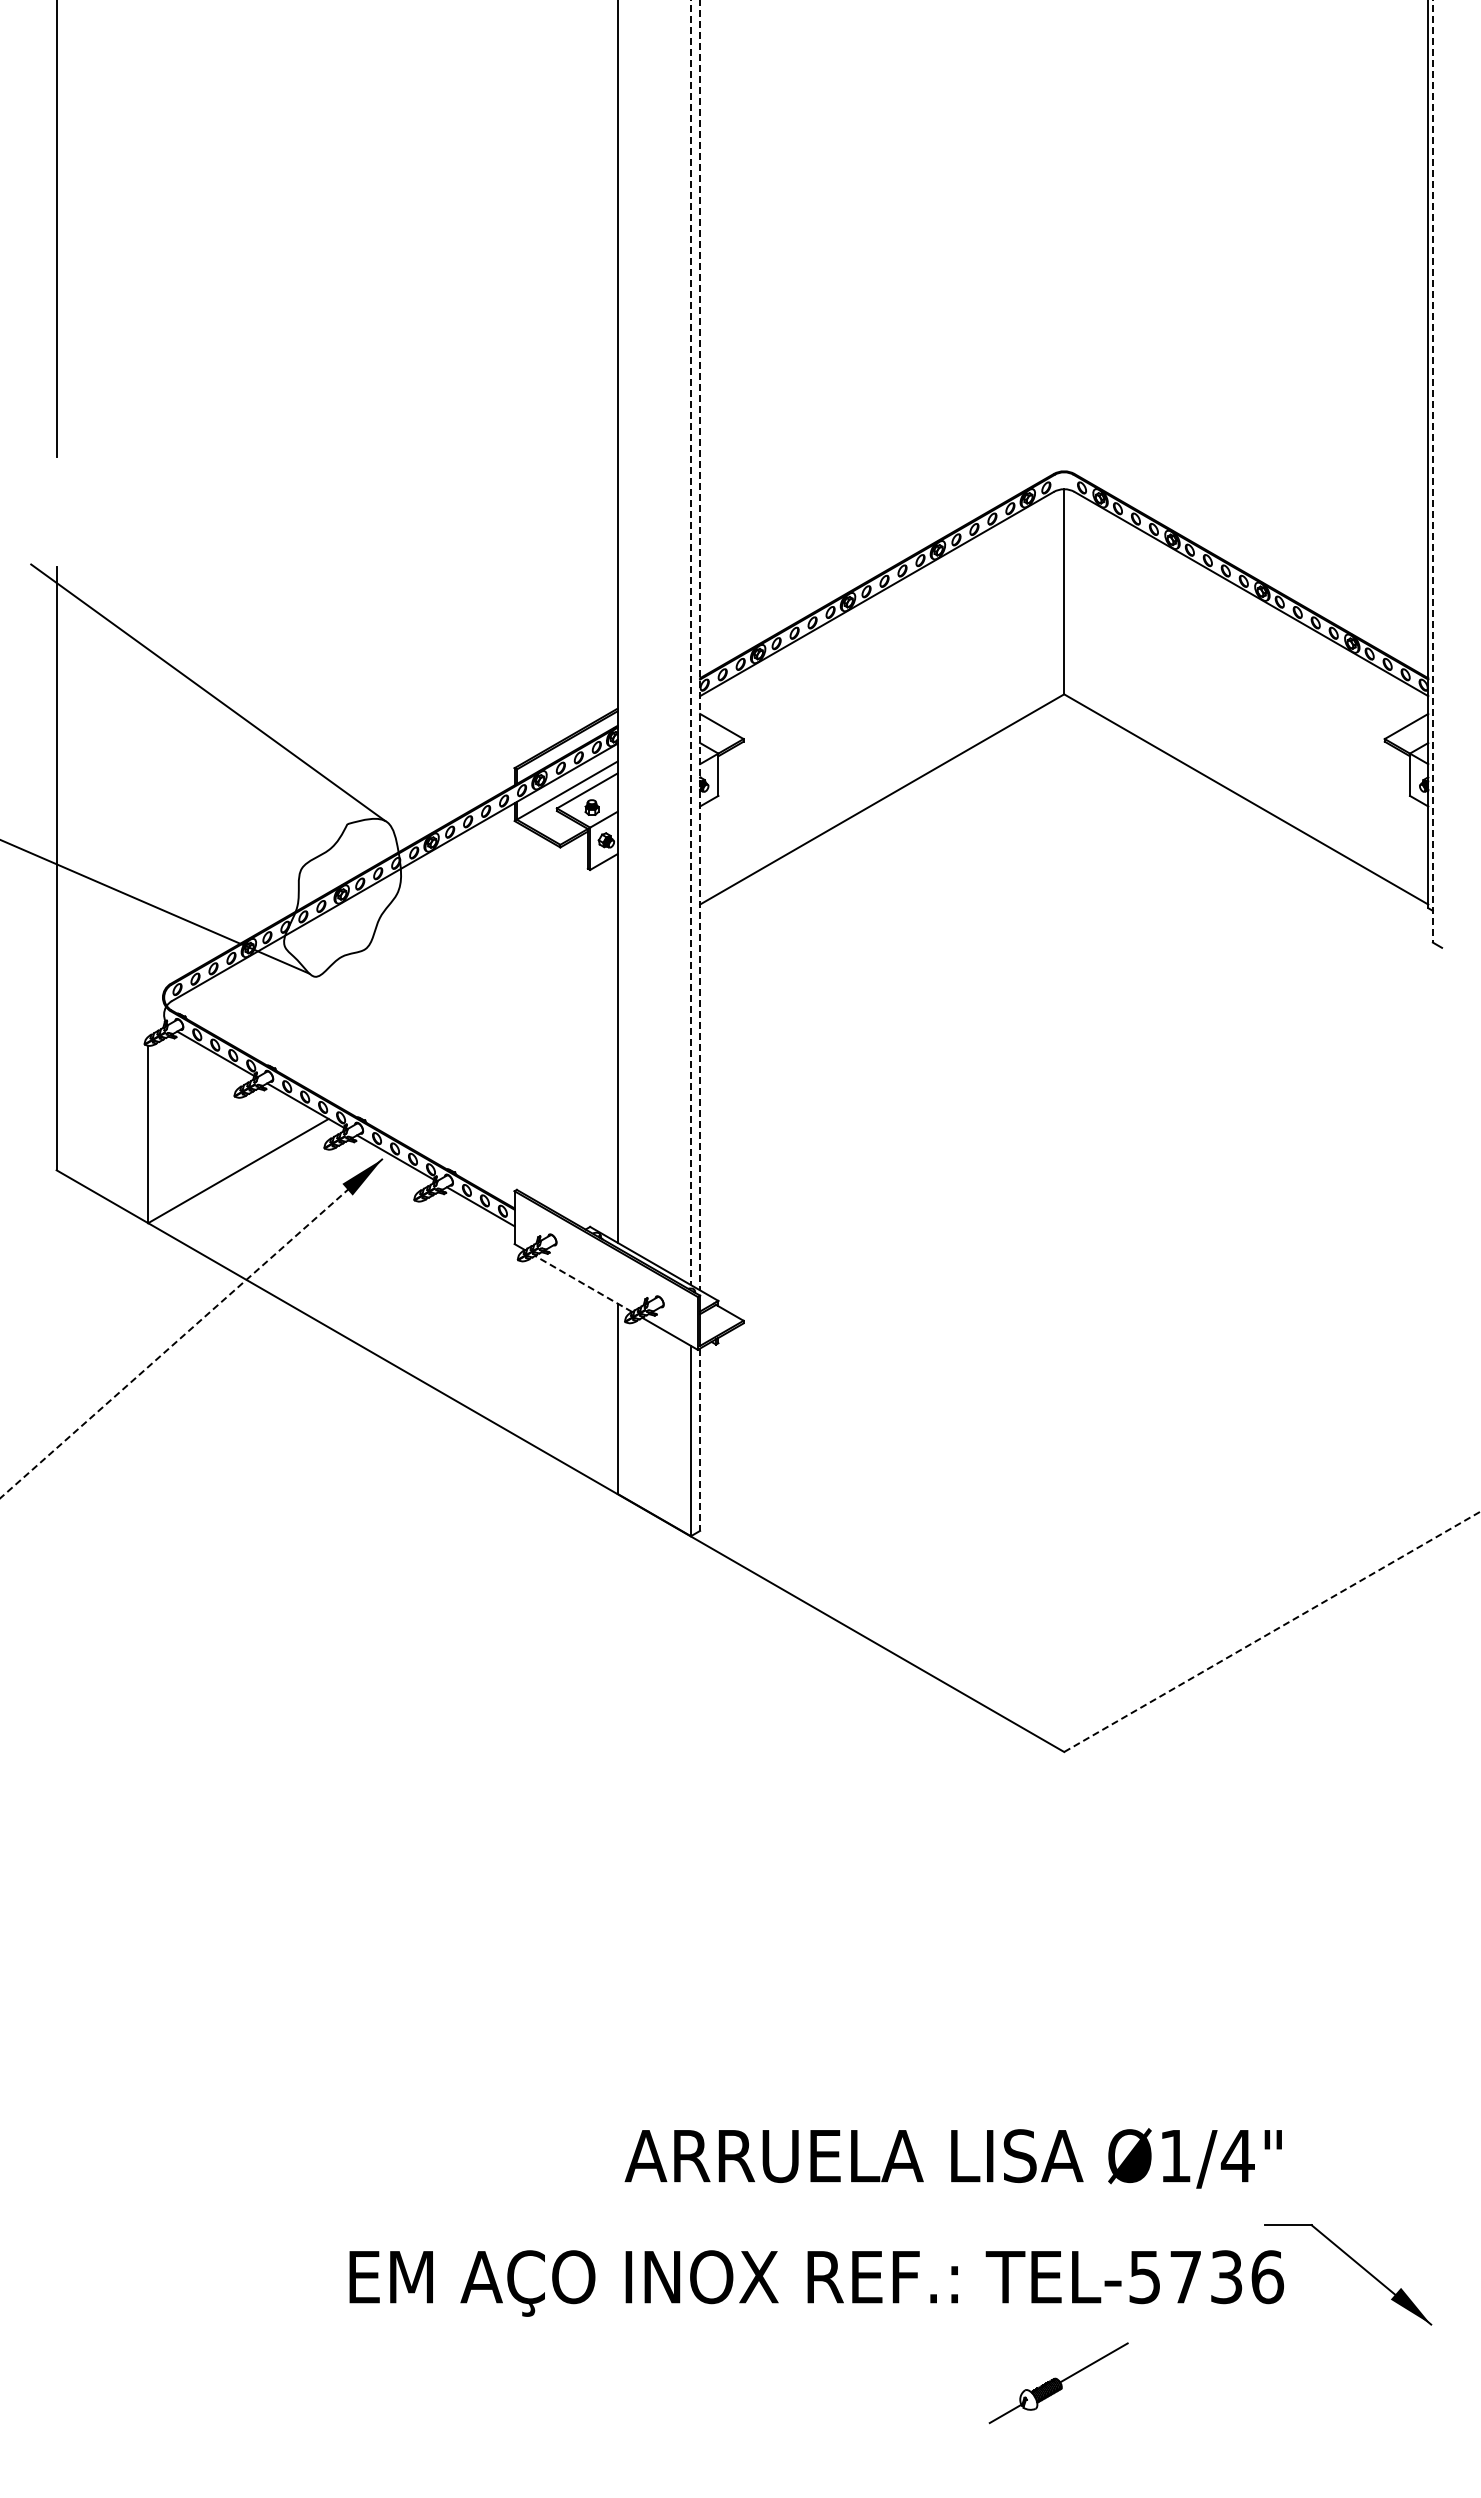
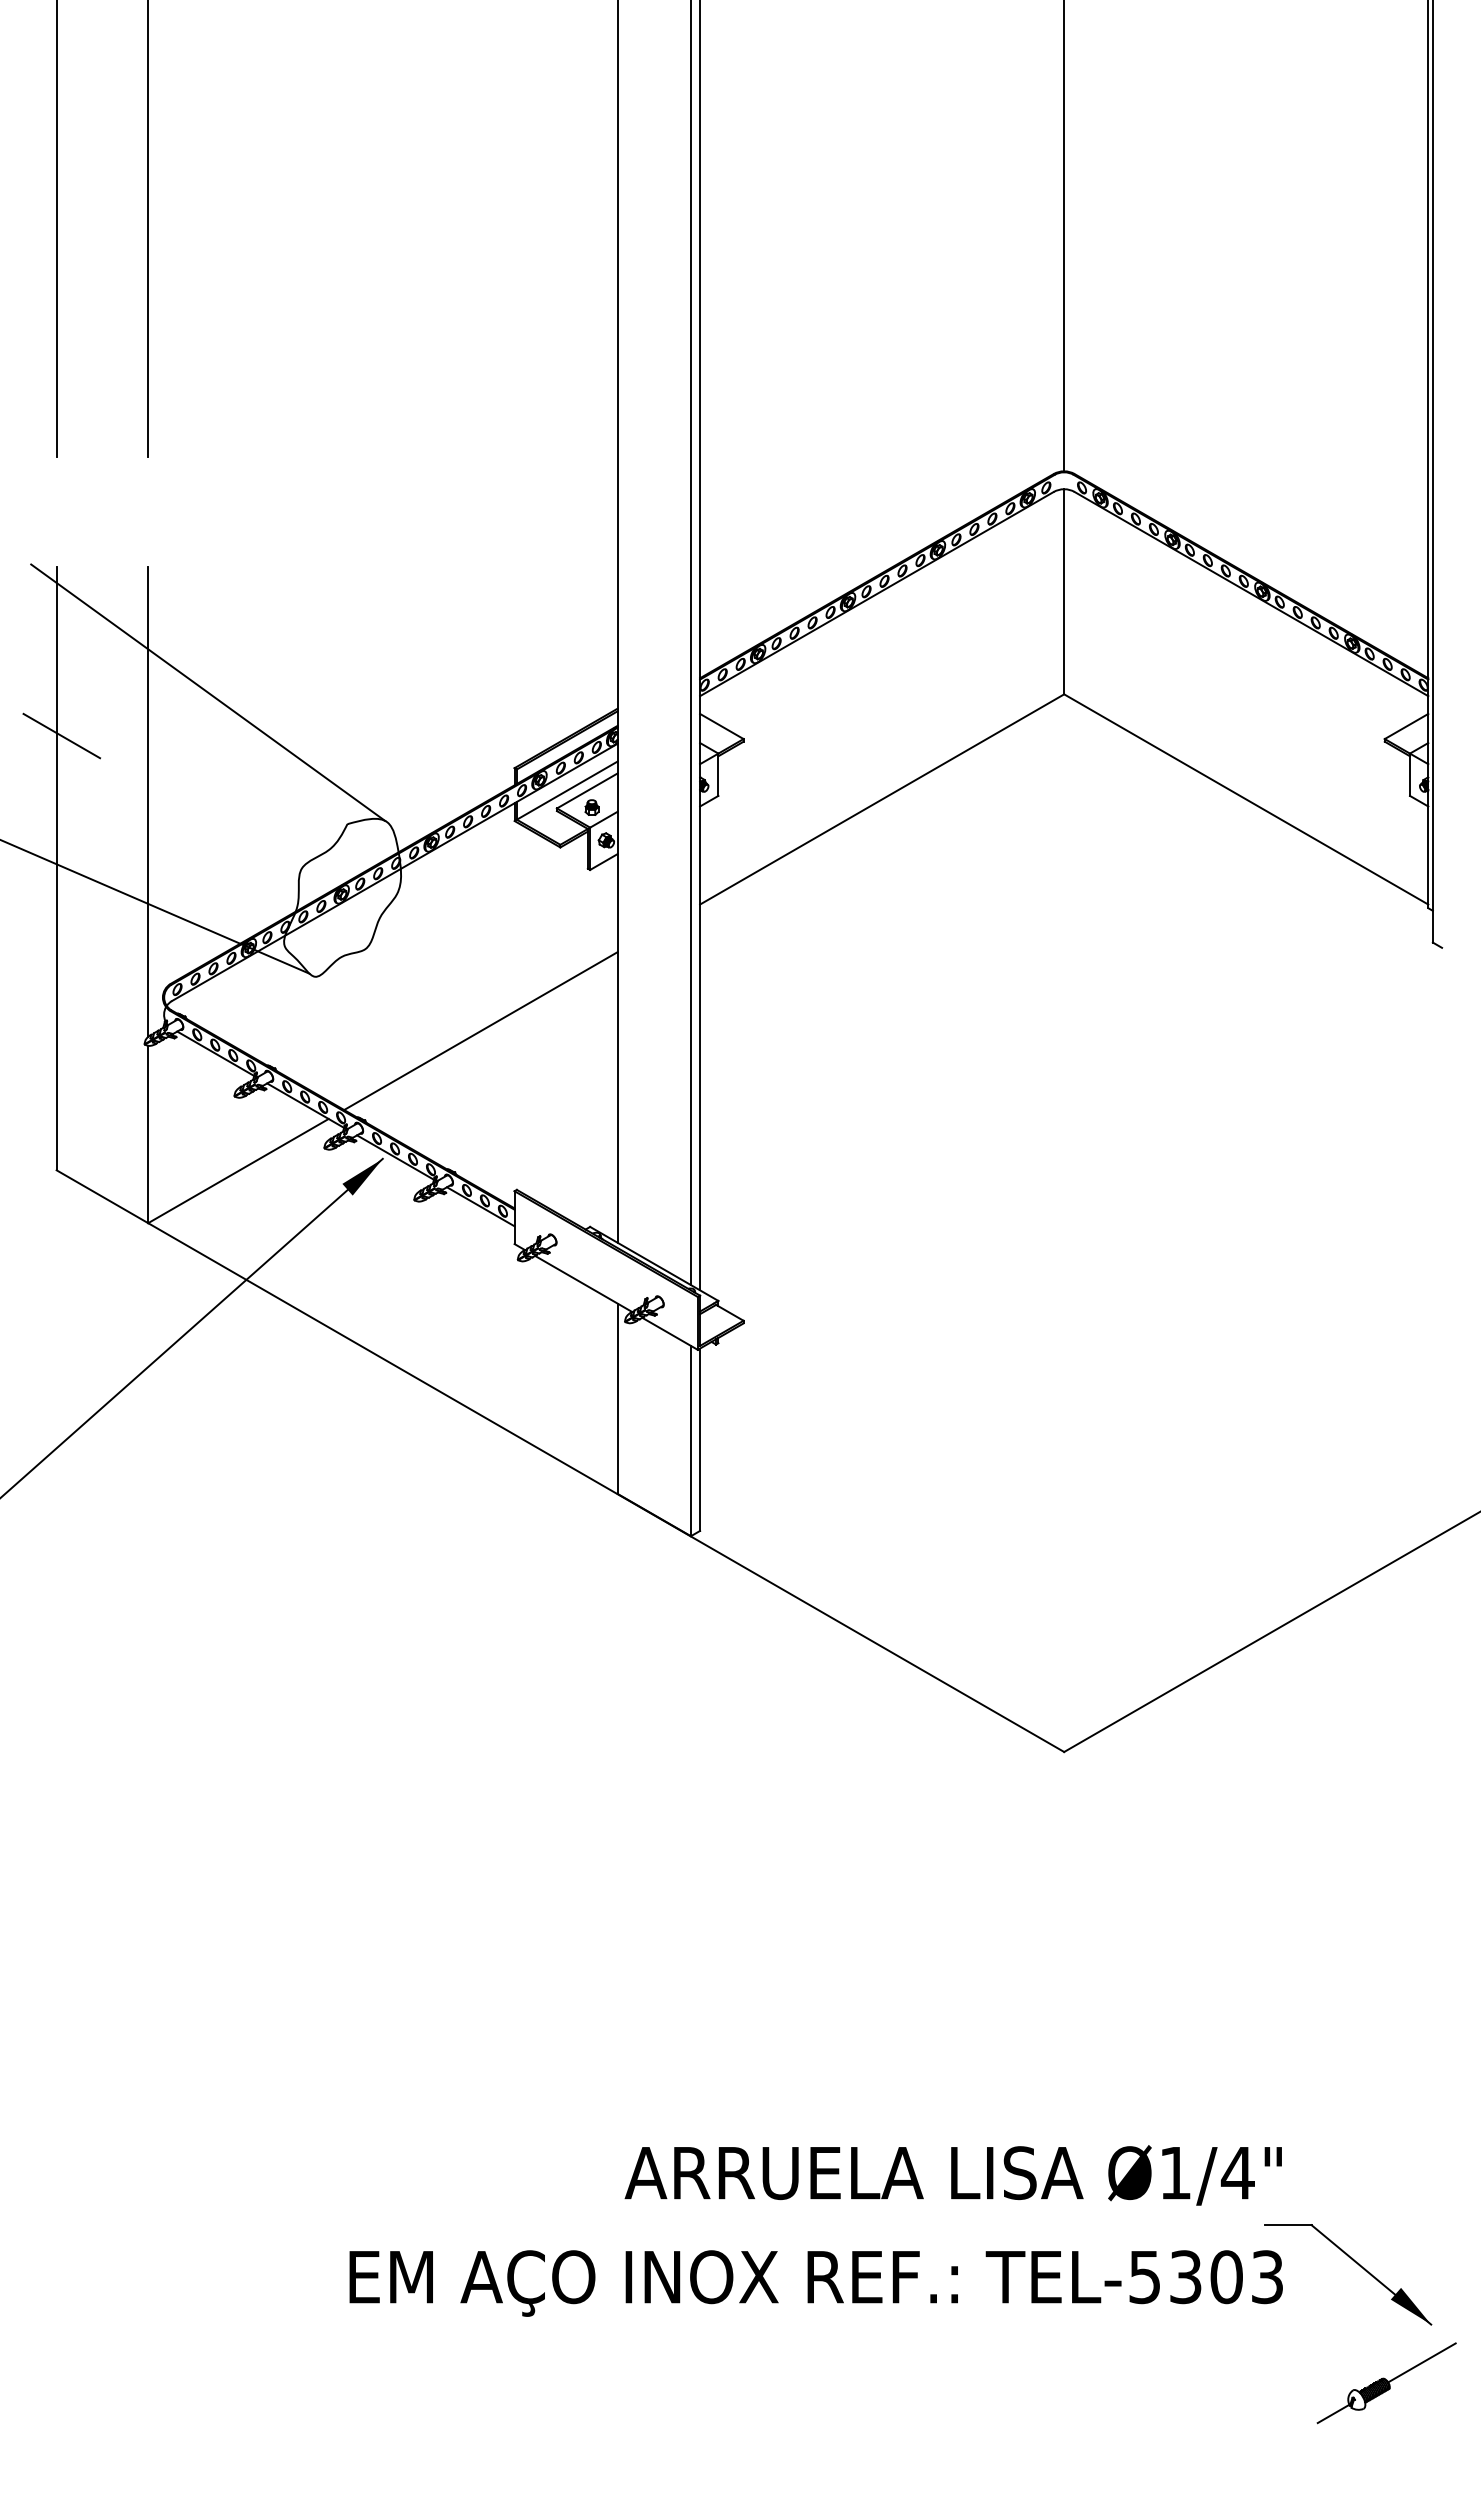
line at (148, 229): none -> present
line at (1064, 236): none -> present
line at (1432, 471): dashed -> solid
line at (690, 643): dashed -> solid
line at (700, 645): dashed -> solid
line at (61, 735): none -> present
line at (148, 801): none -> present
line at (480, 1031): none -> present
line at (583, 1283): dashed -> solid
line at (191, 1328): dashed -> solid
line at (700, 1440): dashed -> solid
line at (1272, 1631): dashed -> solid
text at (952, 2158) position: (952, 2158) -> (952, 2175)
text at (1227, 2277): TEL-5736 -> TEL-5303
part at (1058, 2383) position: (1058, 2383) -> (1386, 2383)
